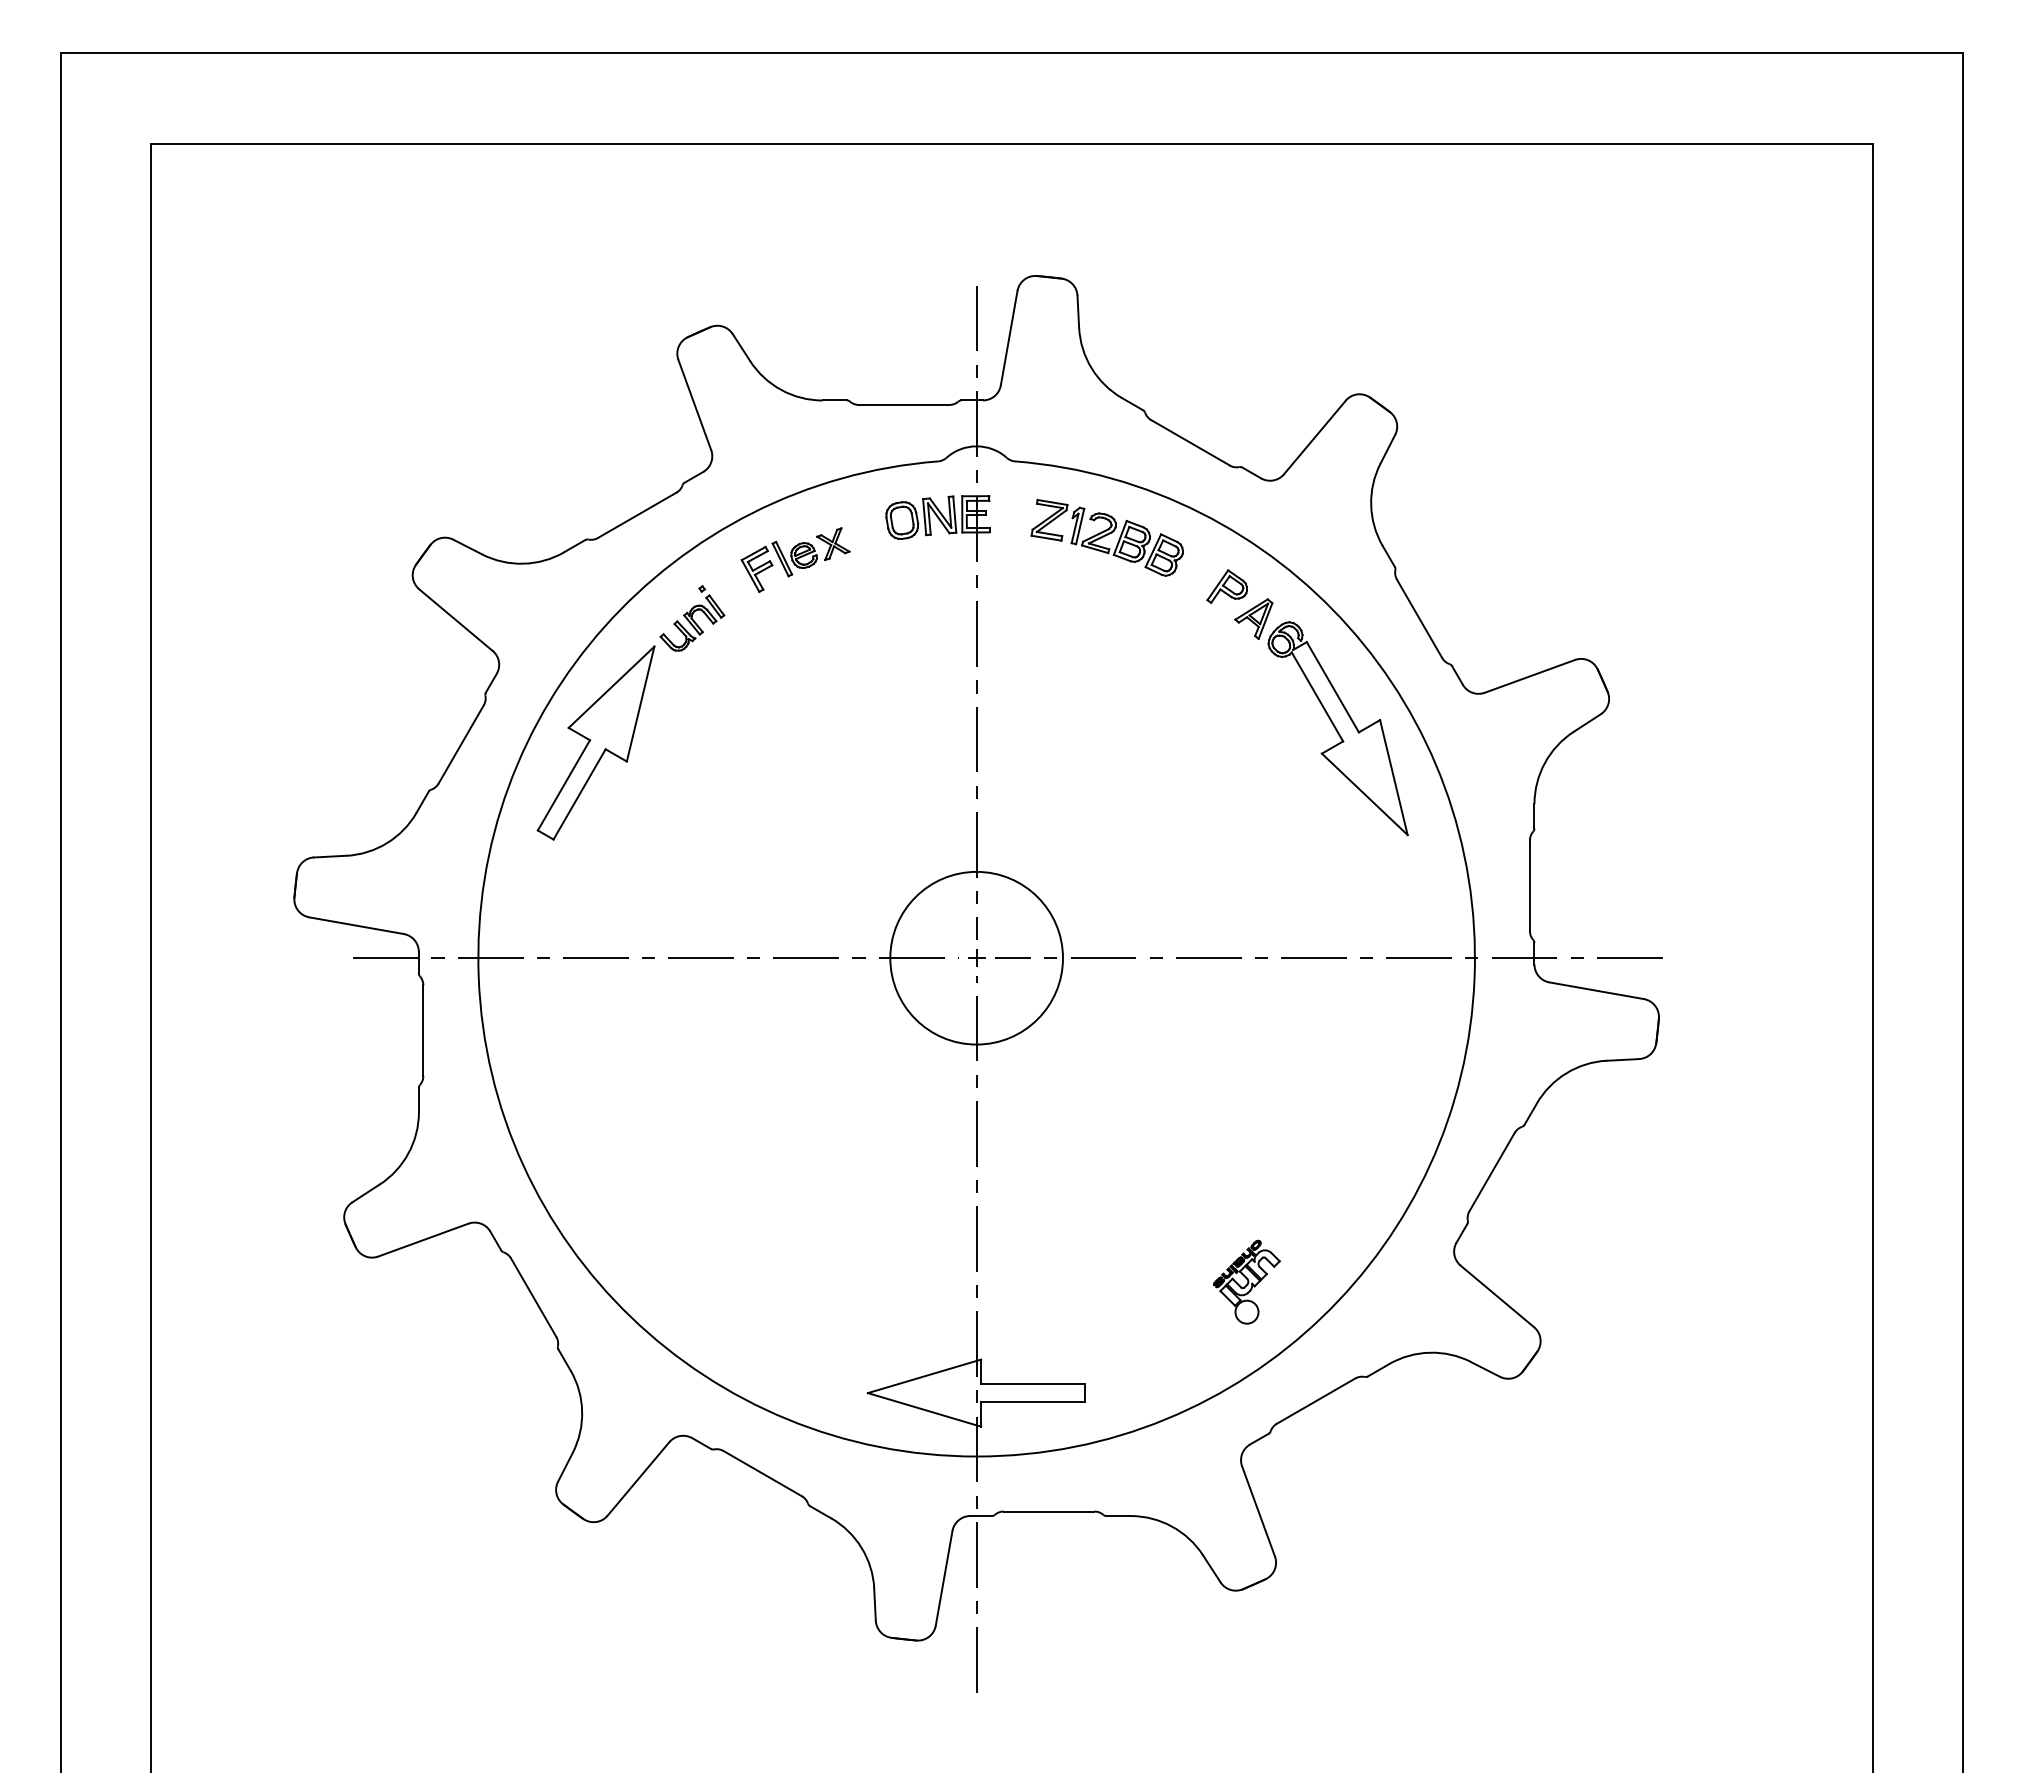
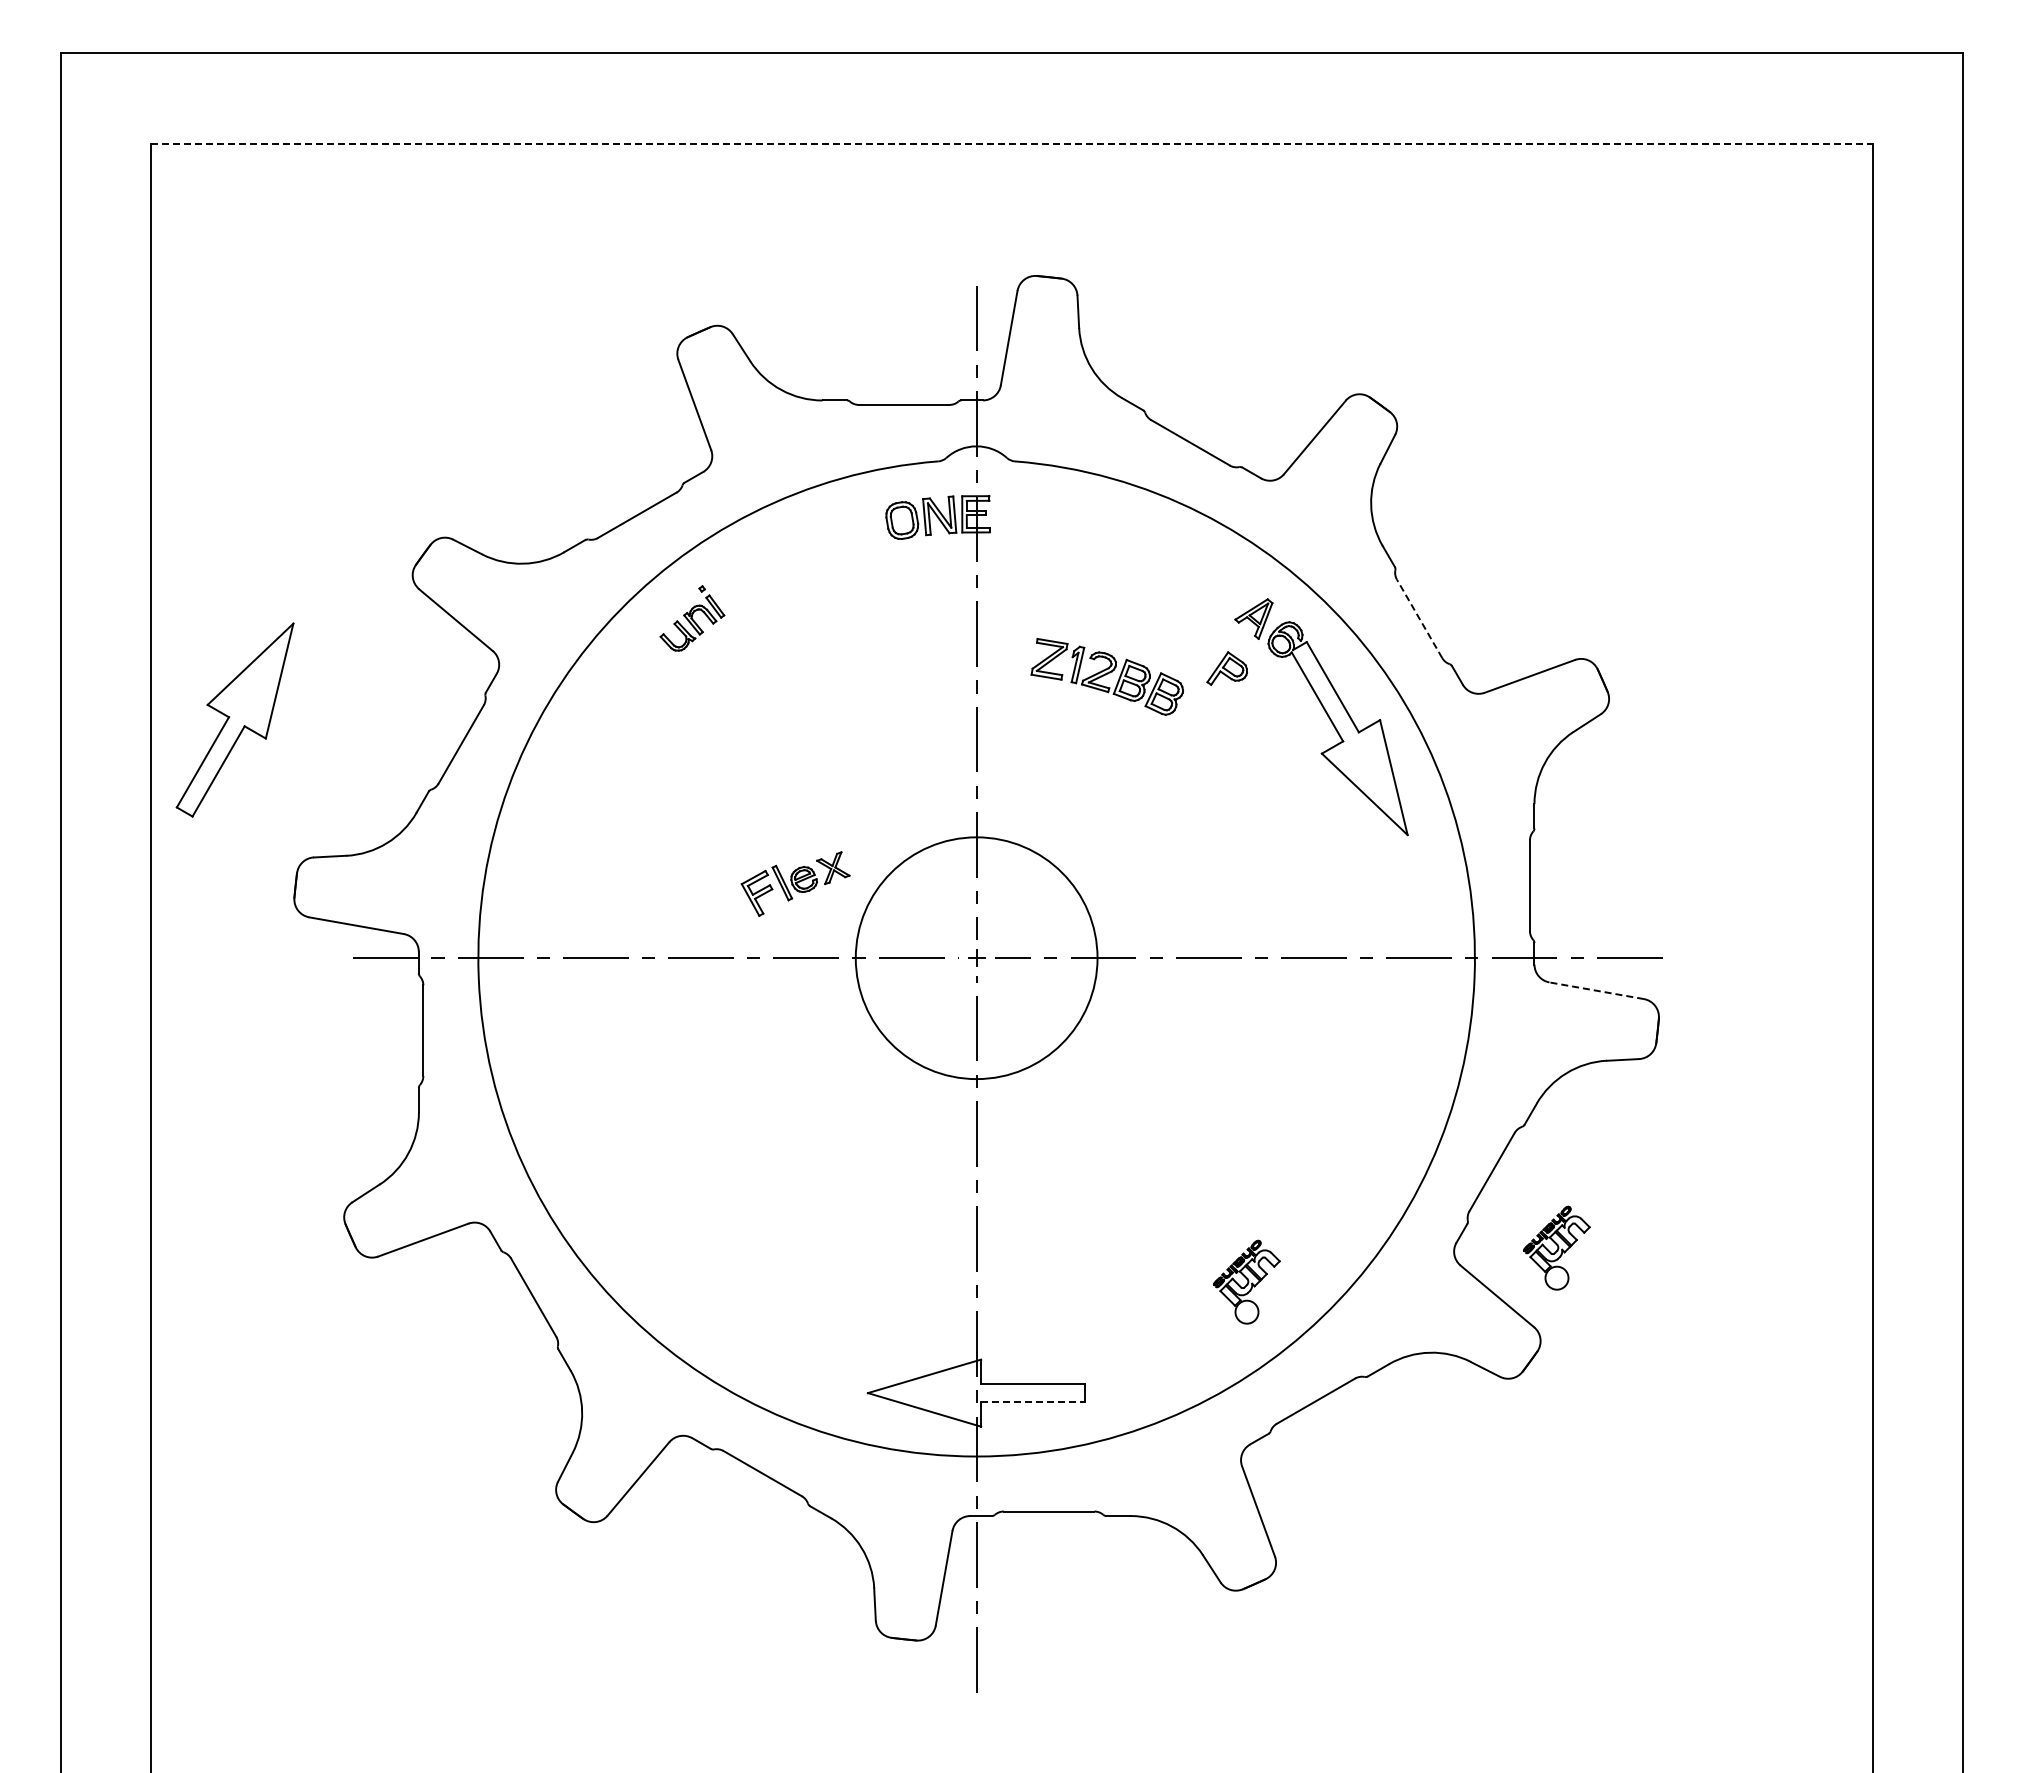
line at (1012, 143): solid -> dashed
part at (1106, 537) position: (1106, 537) -> (1106, 676)
part at (795, 559) position: (795, 559) -> (795, 883)
part at (1226, 586) position: (1226, 586) -> (1226, 668)
line at (1419, 618): solid -> dashed
part at (595, 742) position: (595, 742) -> (234, 719)
circle at (976, 957) diameter: 173 px -> 242 px
line at (1596, 990): solid -> dashed
part at (1556, 1247): none -> present
line at (1033, 1402): solid -> dashed
